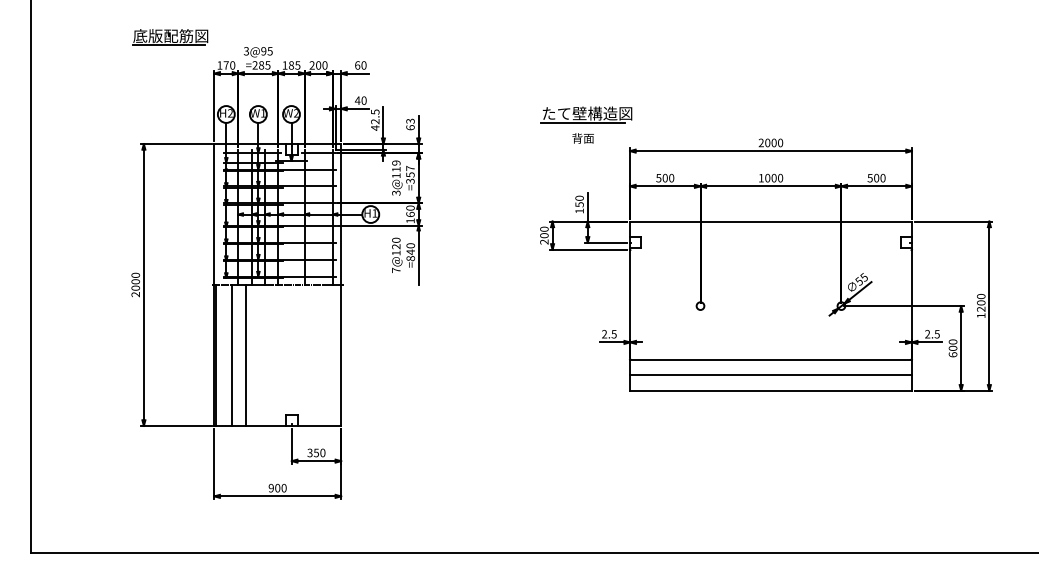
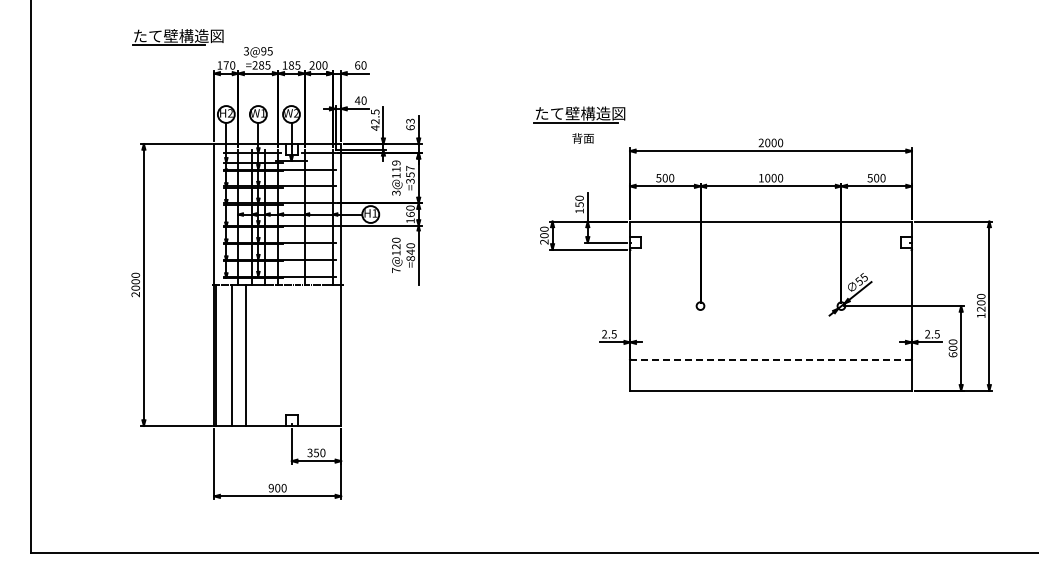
text at (178, 36): 底版配筋図 -> たて壁構造図
part at (586, 114) position: (586, 114) -> (579, 114)
line at (770, 359): solid -> dashed
line at (770, 375): present -> none
